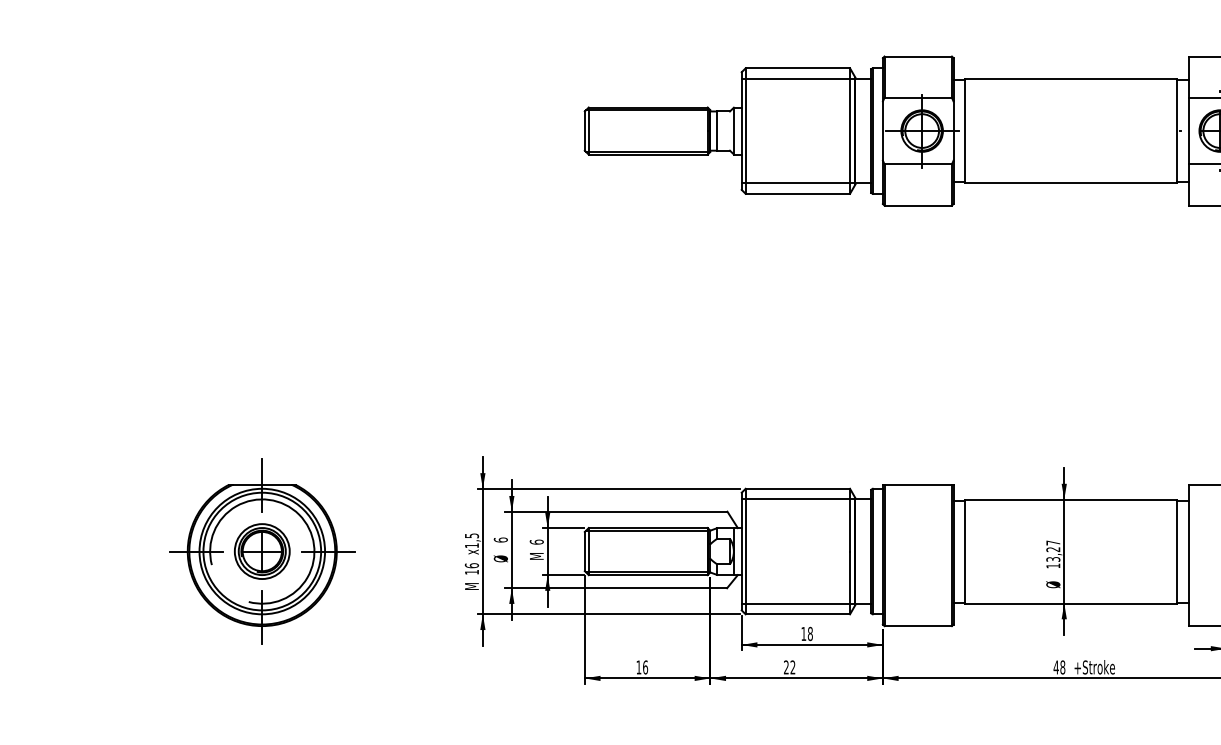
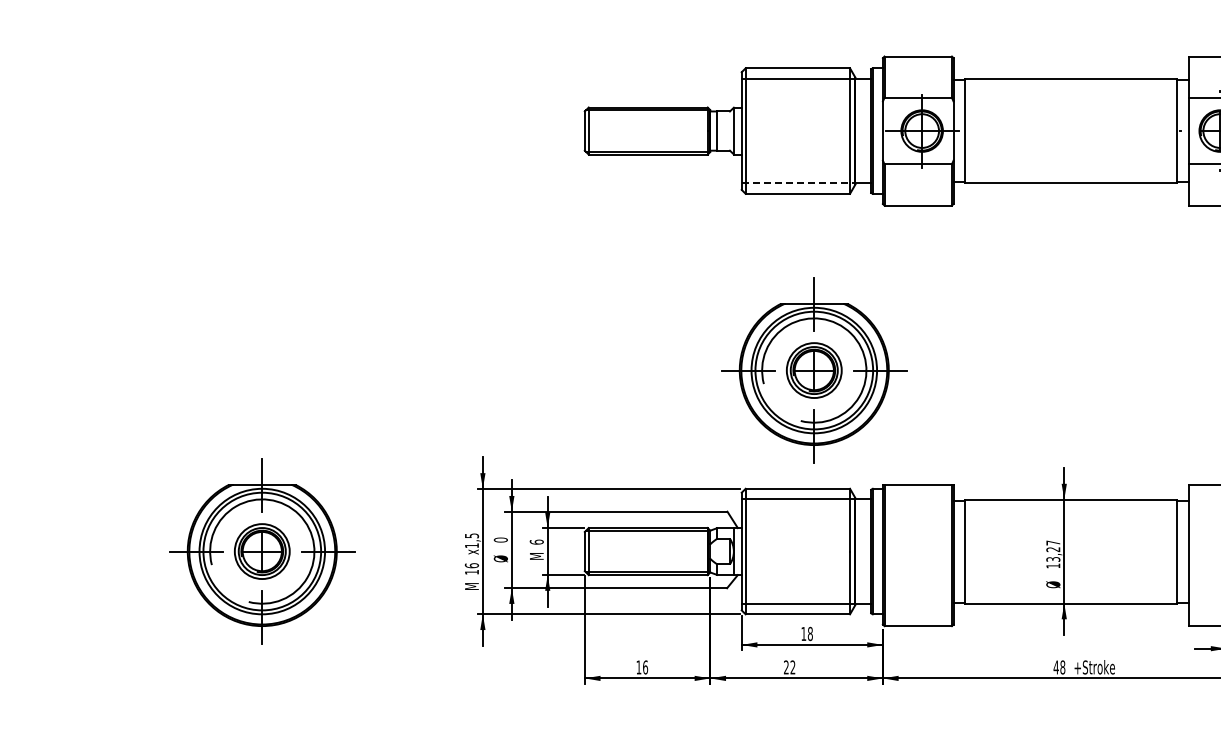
line at (798, 183): solid -> dashed
part at (814, 370): none -> present
text at (500, 539): 6 -> 0
